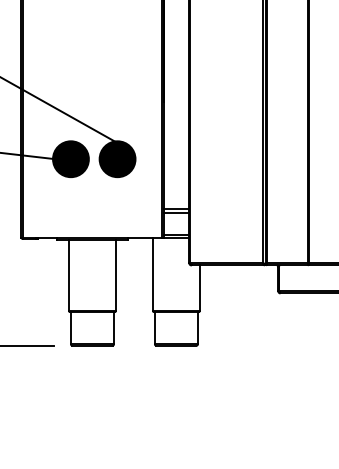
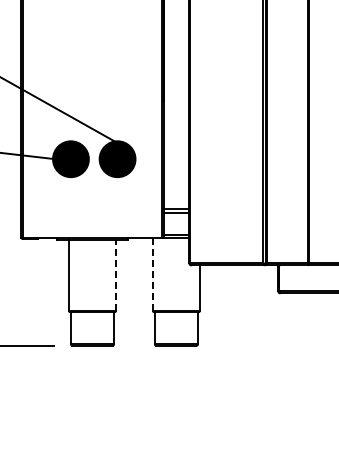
line at (153, 274): solid -> dashed
line at (115, 275): solid -> dashed
